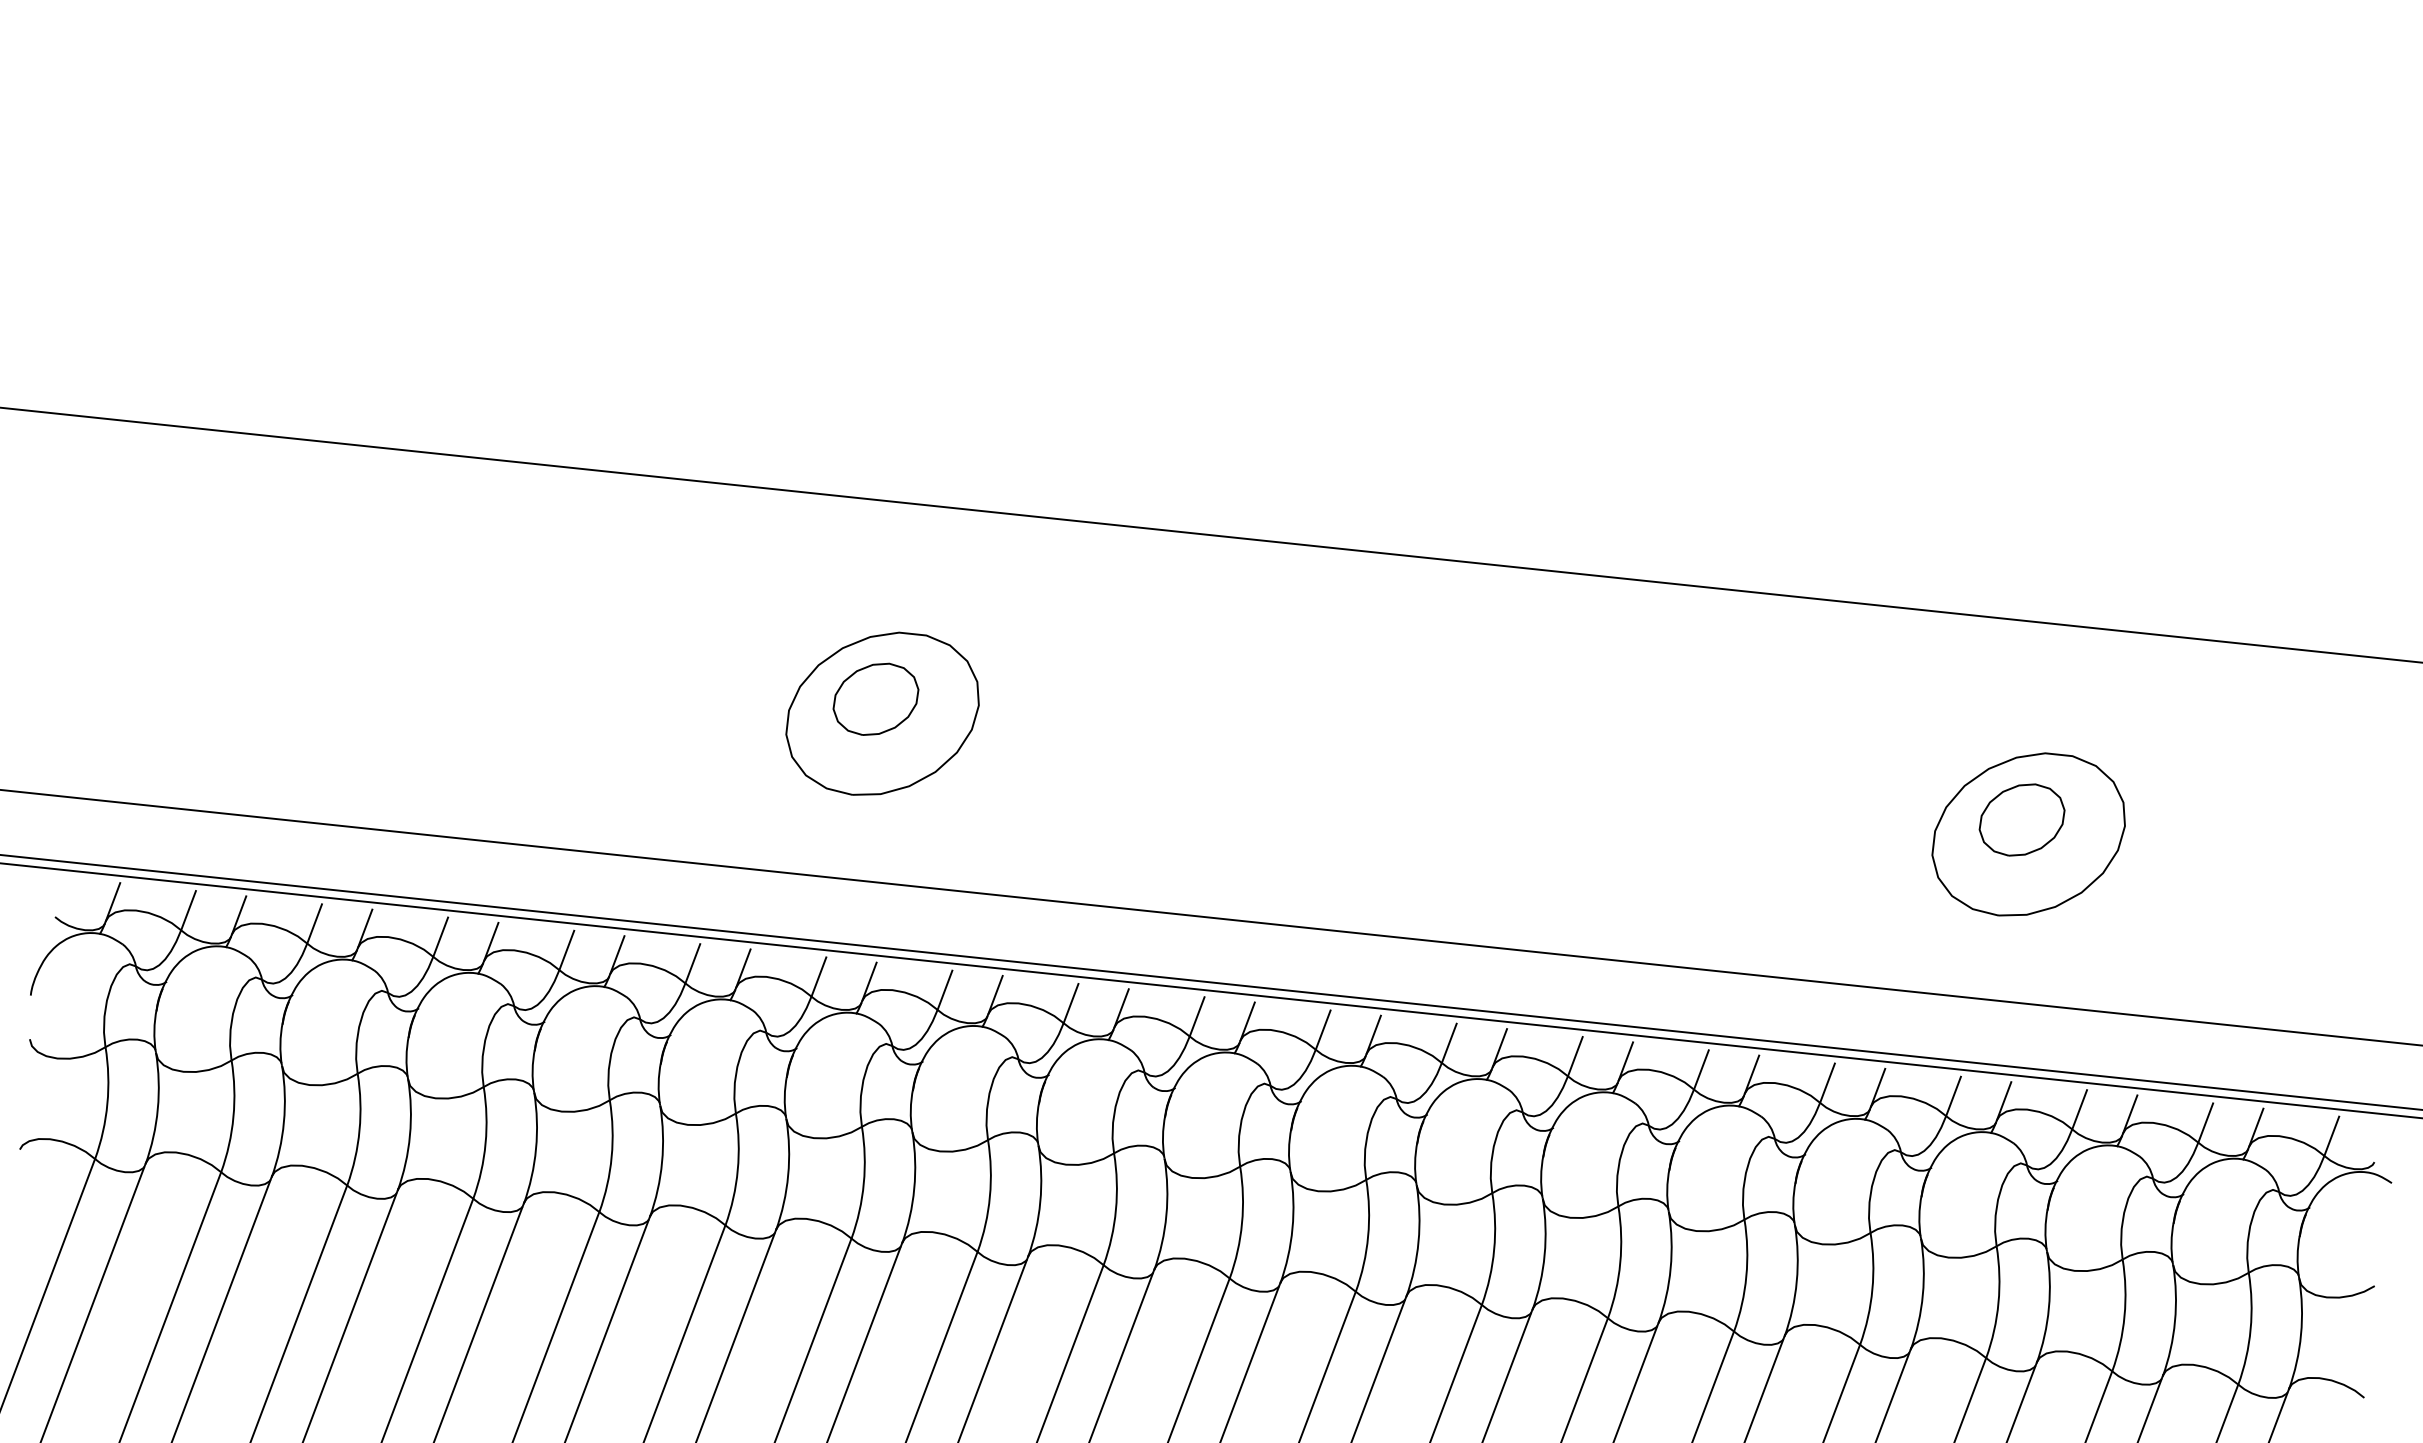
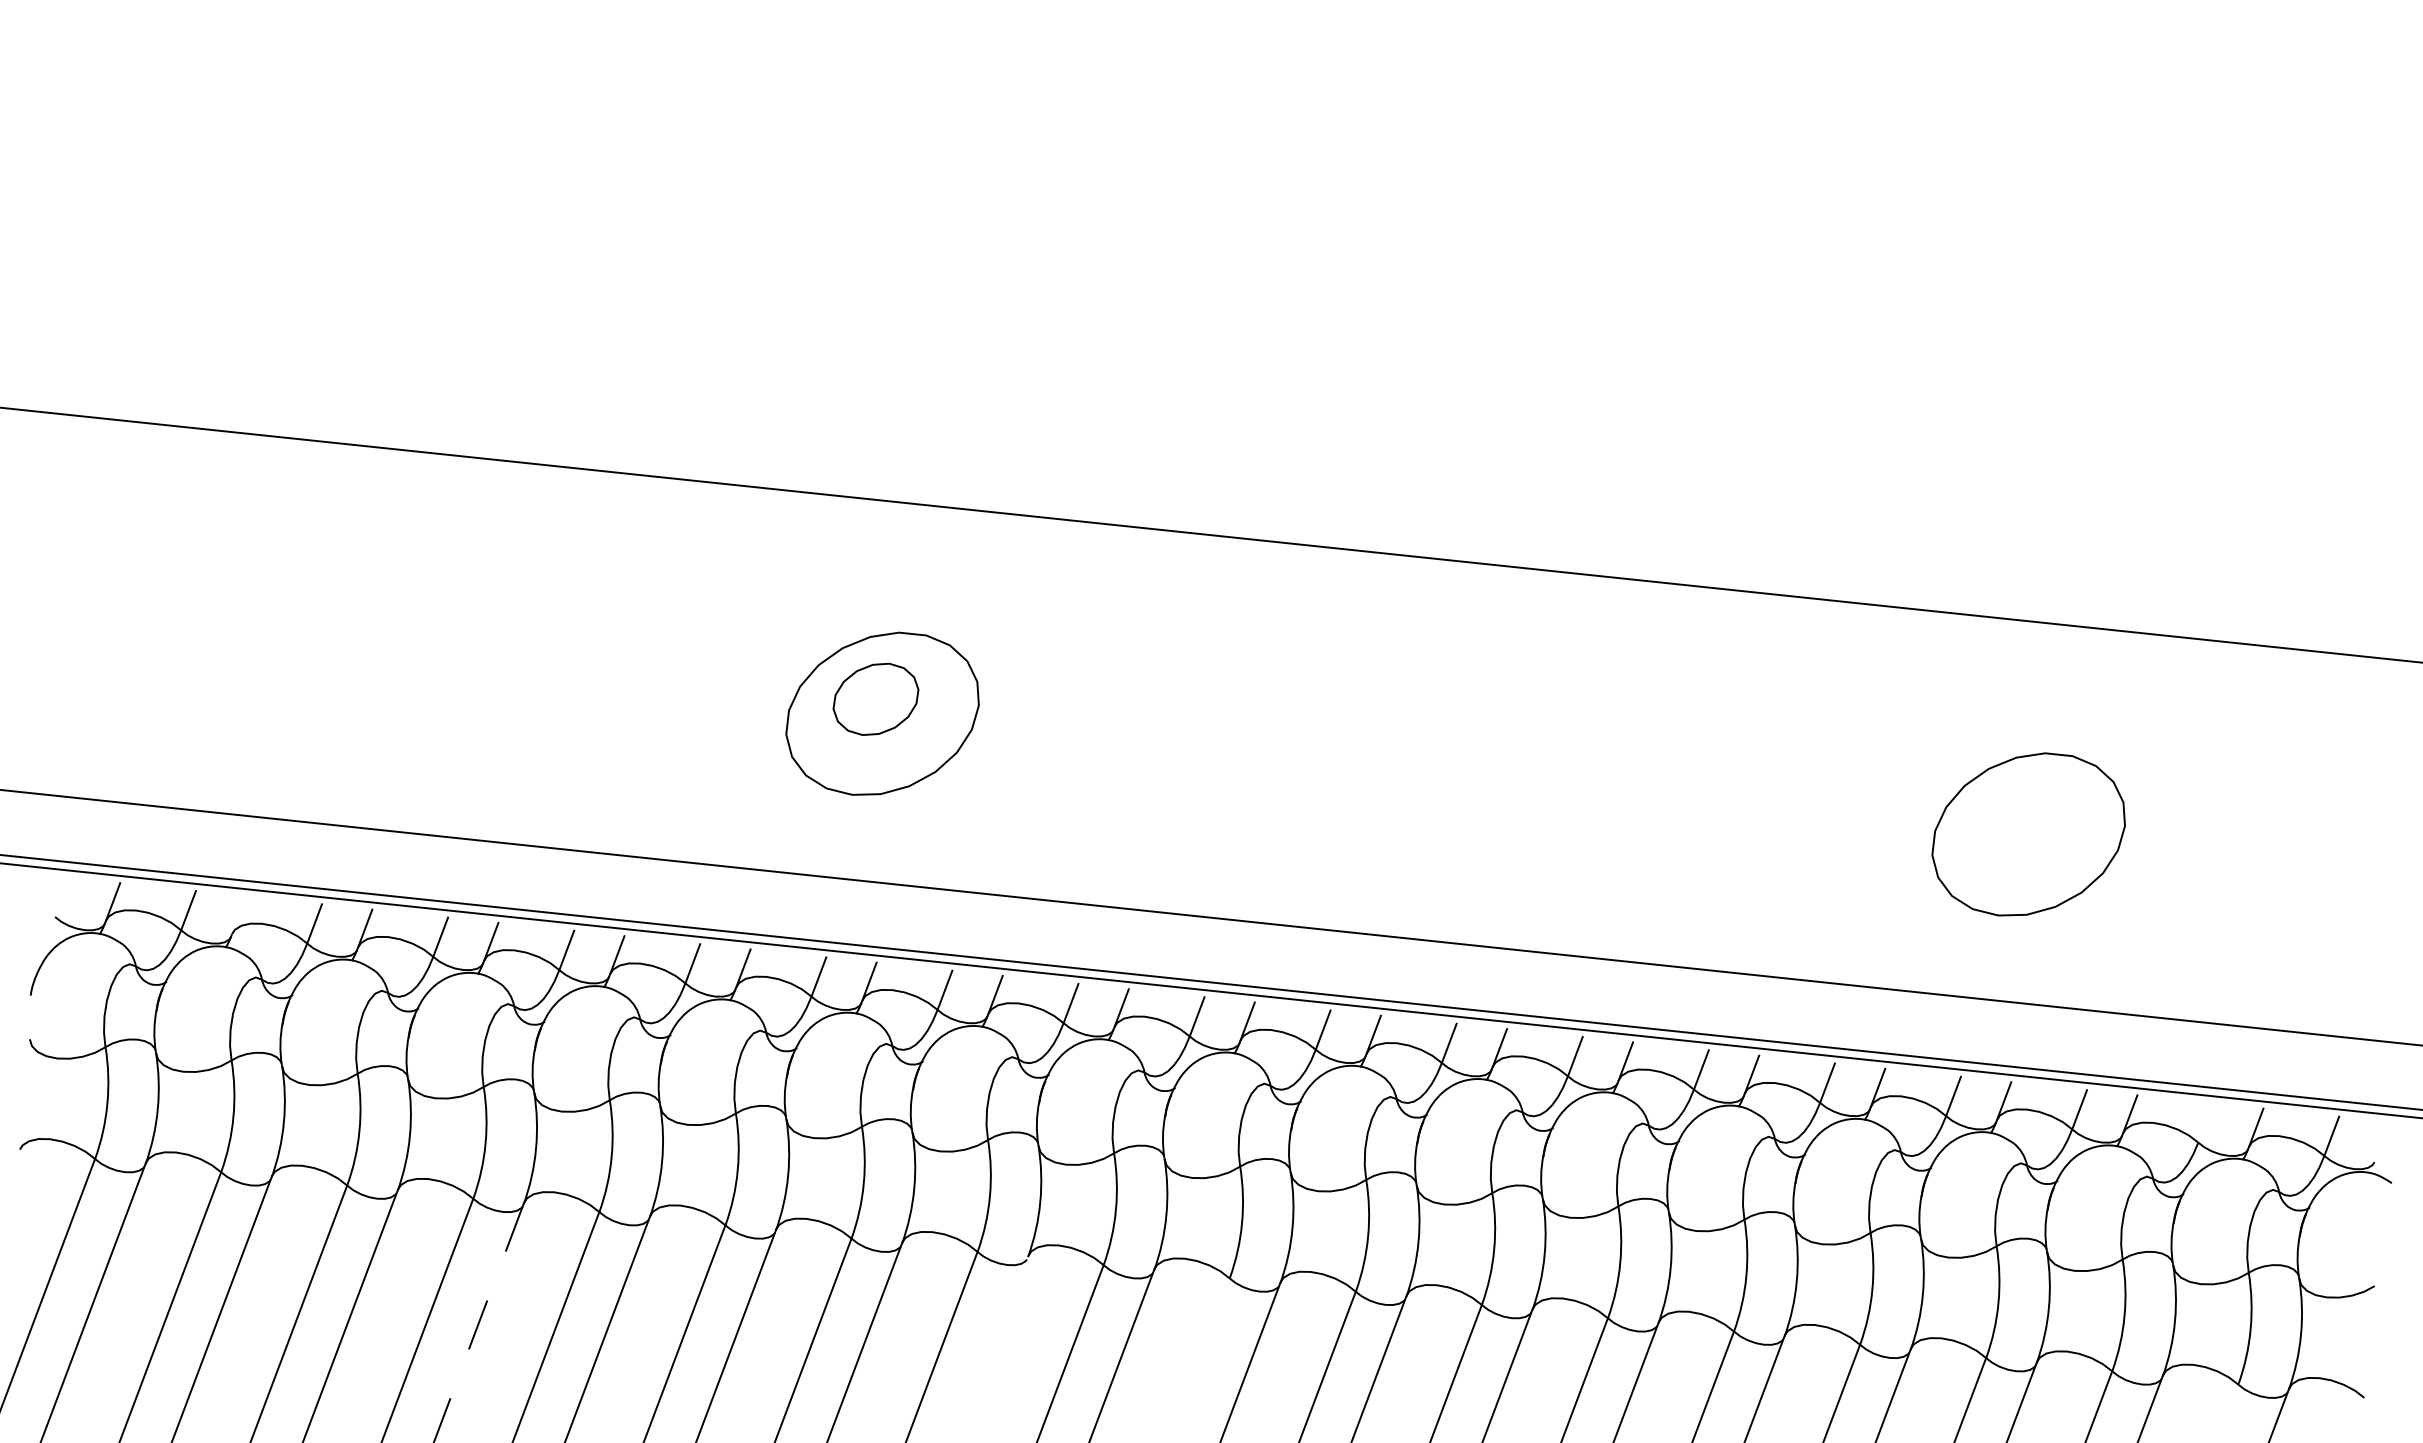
part at (2021, 819): present -> none
line at (239, 915): present -> none
line at (2205, 1122): present -> none
line at (479, 1322): solid -> dashed
line at (993, 1347): present -> none
line at (1199, 1358): present -> none
line at (2227, 1411): present -> none
